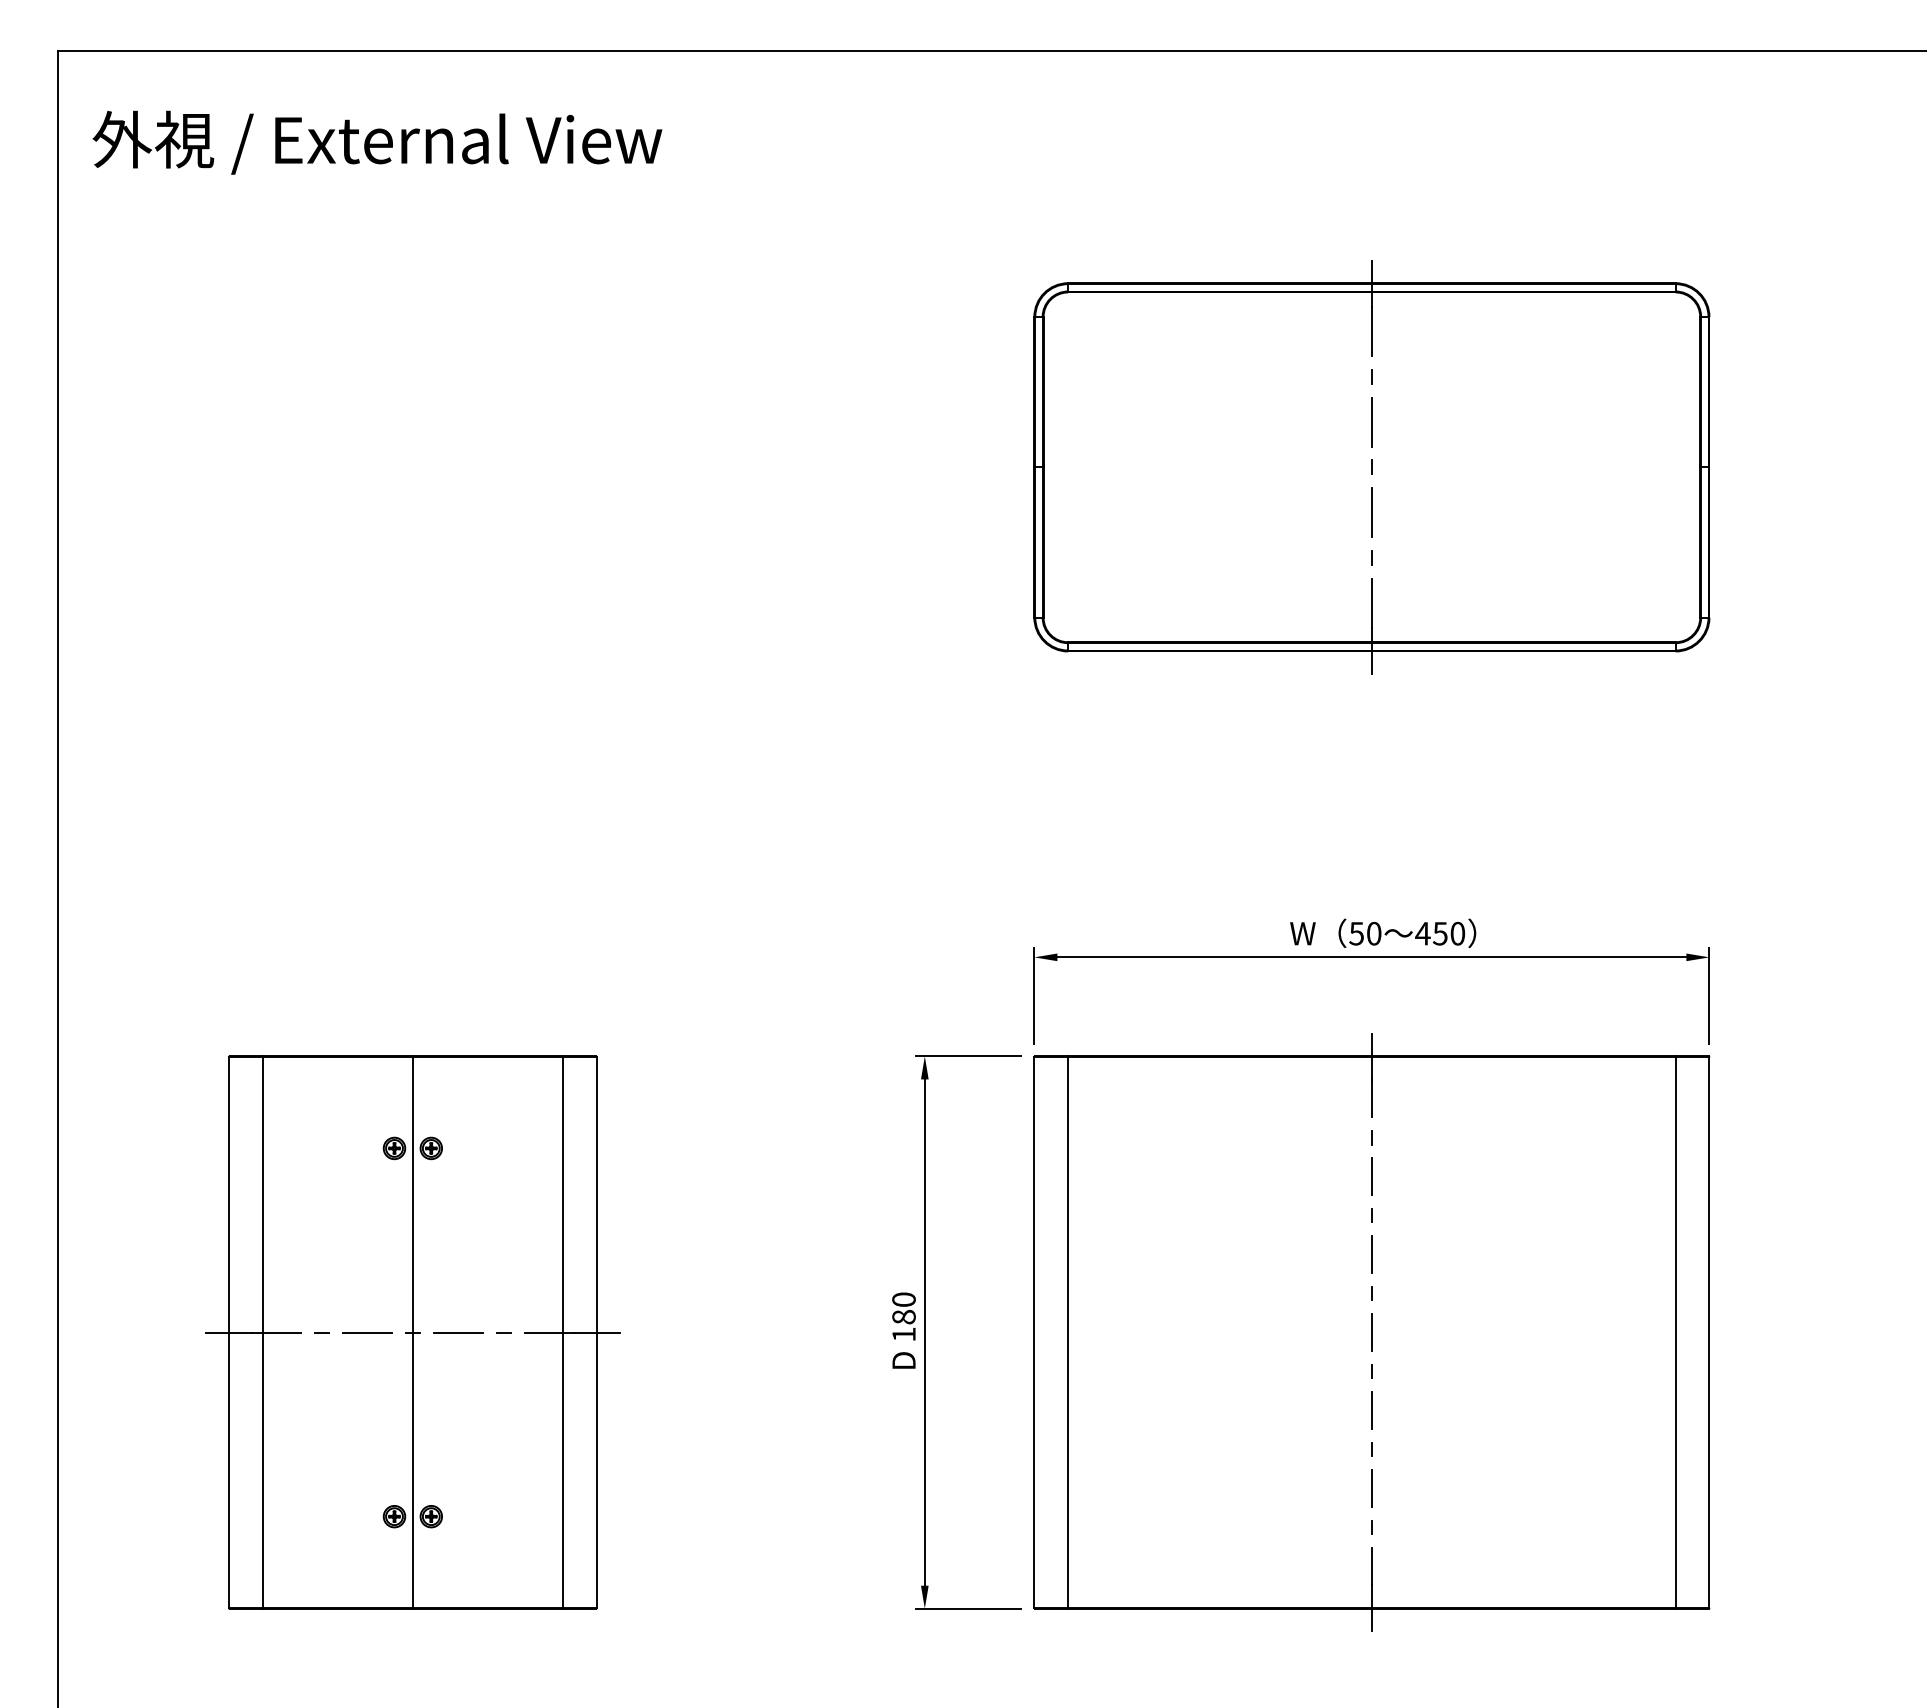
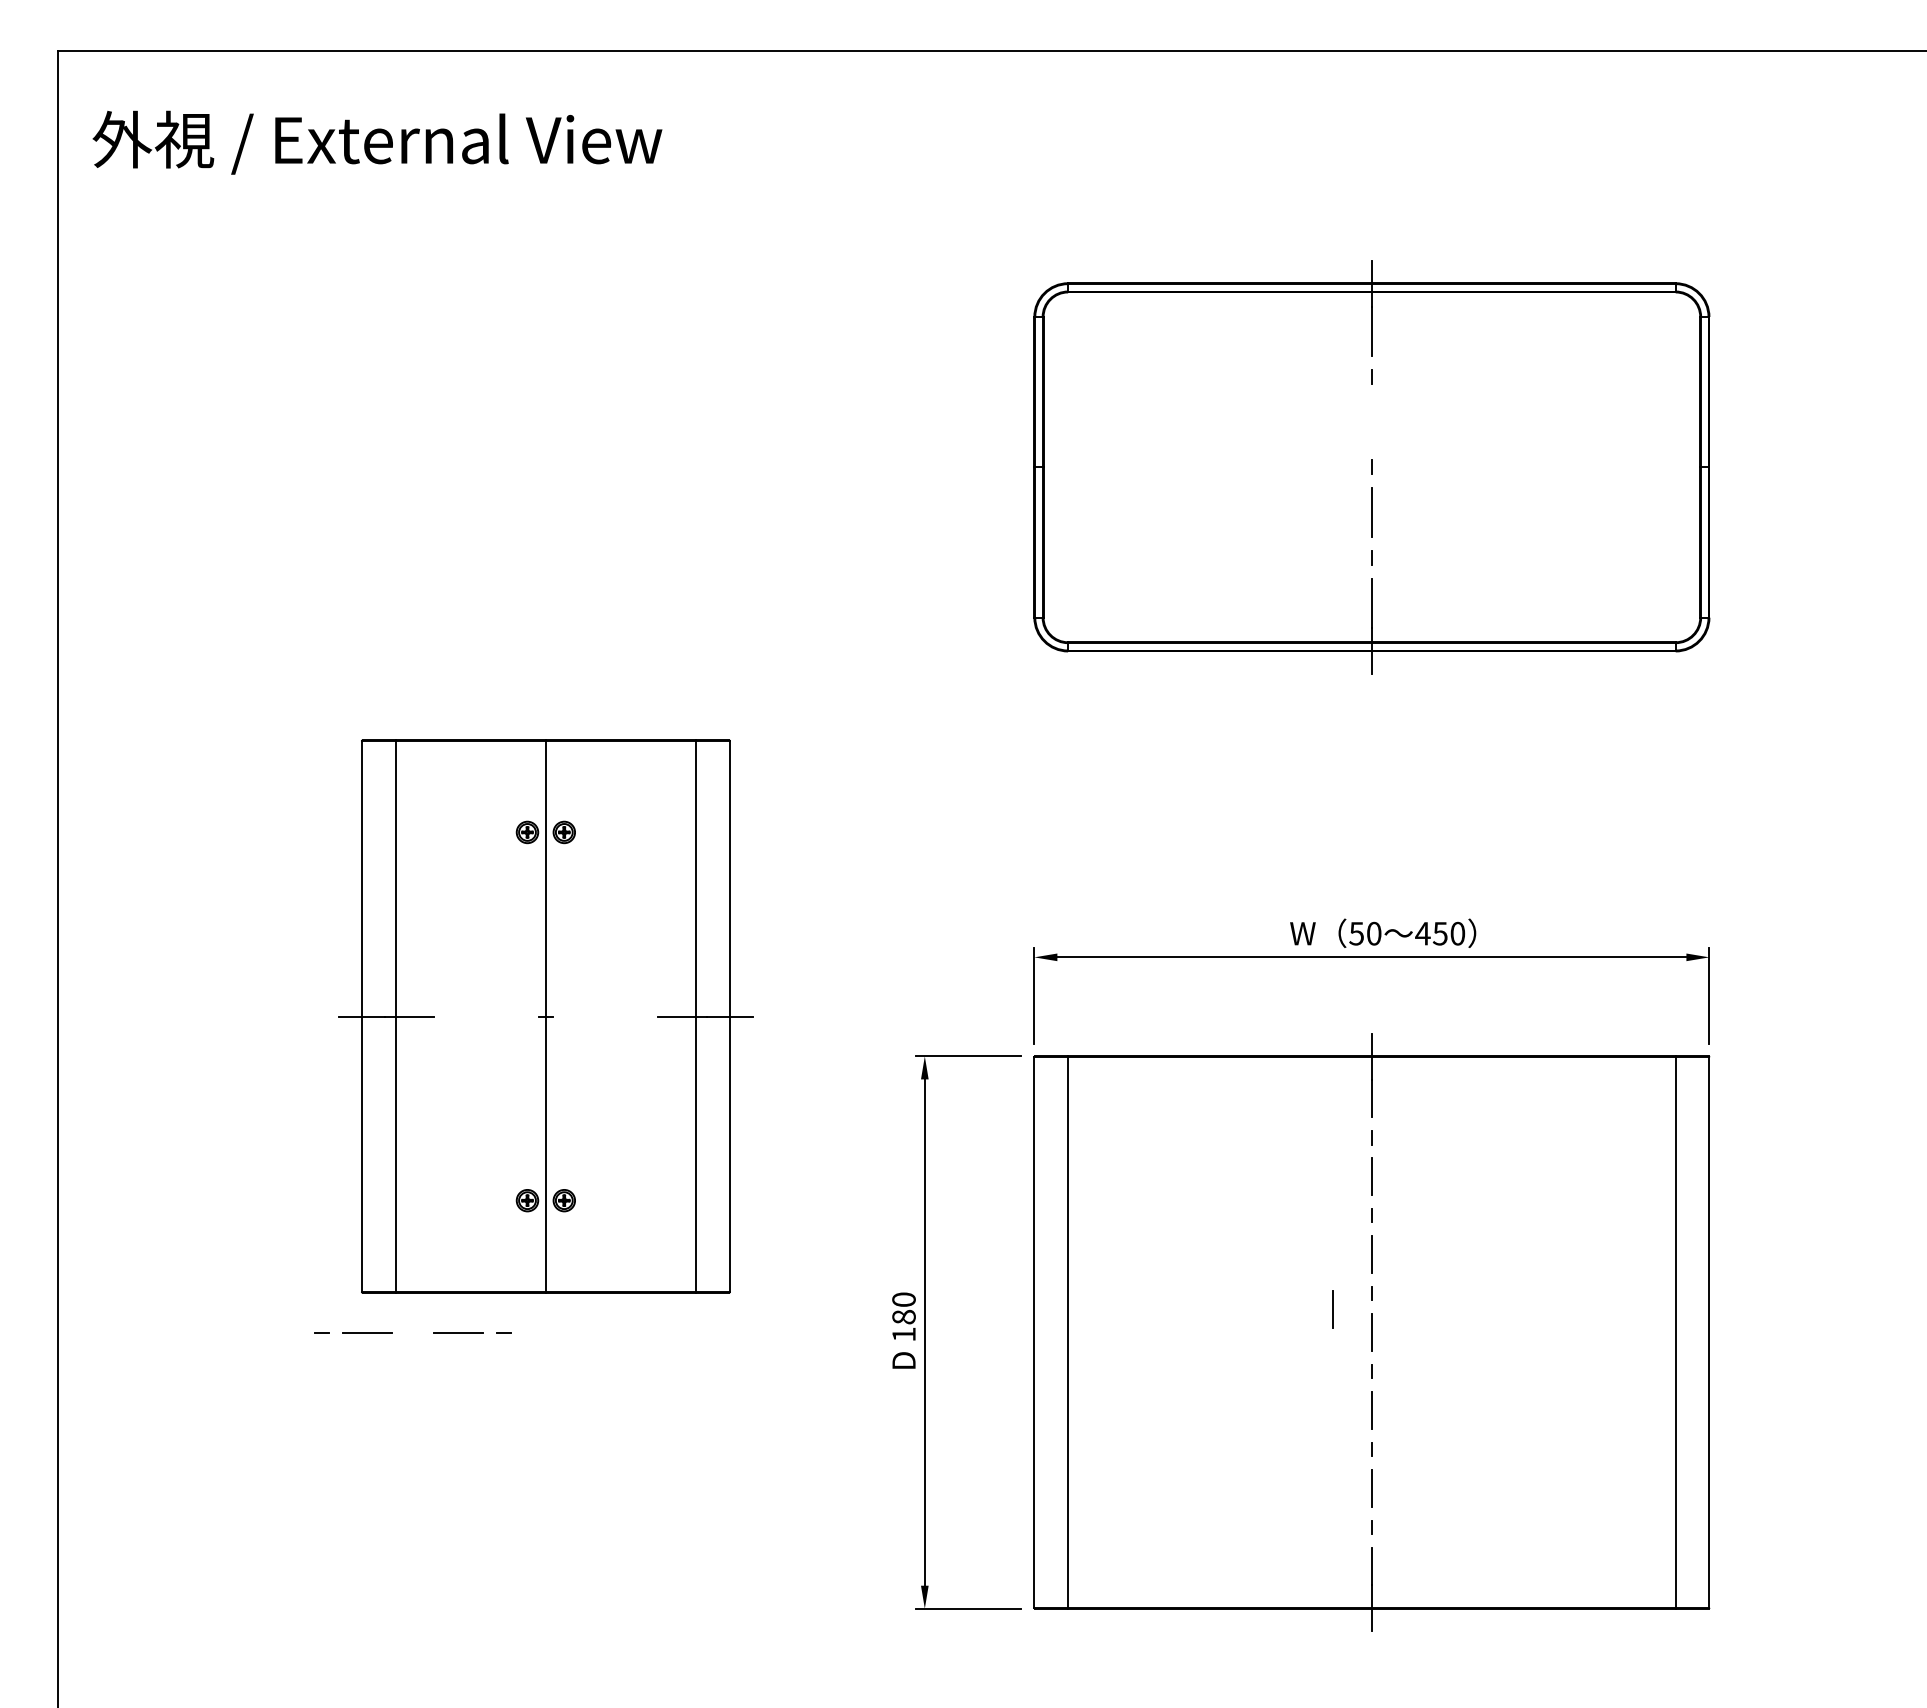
line at (1371, 421): present -> none
line at (1332, 1309): none -> present
part at (412, 1332) position: (412, 1332) -> (545, 1016)
